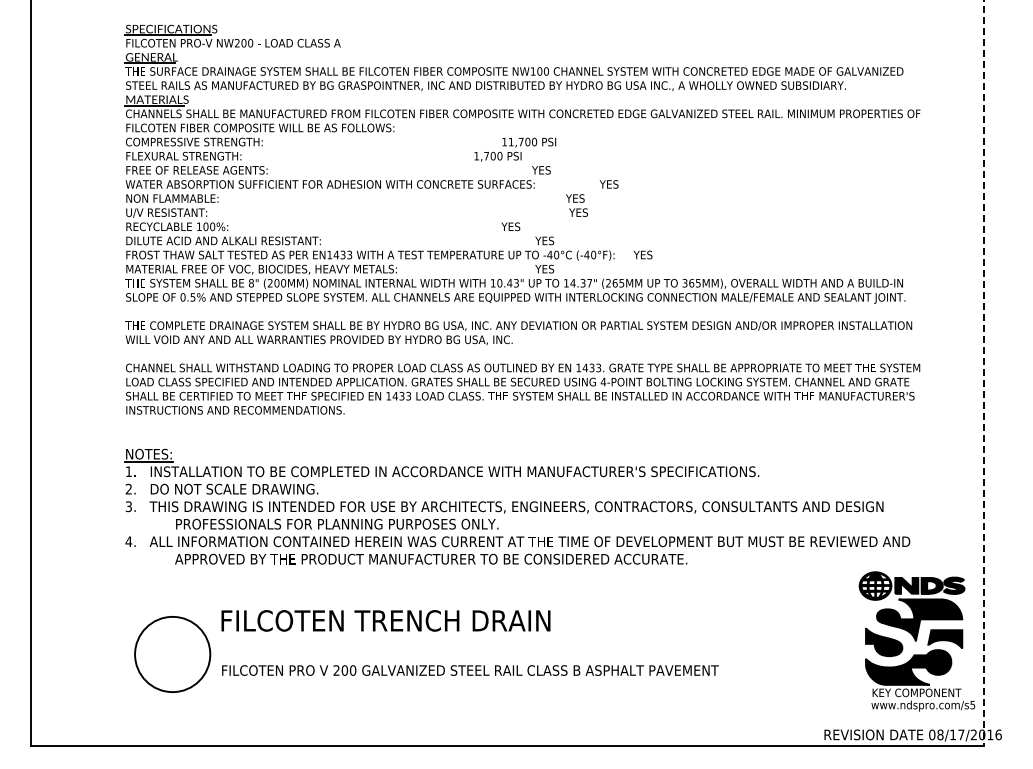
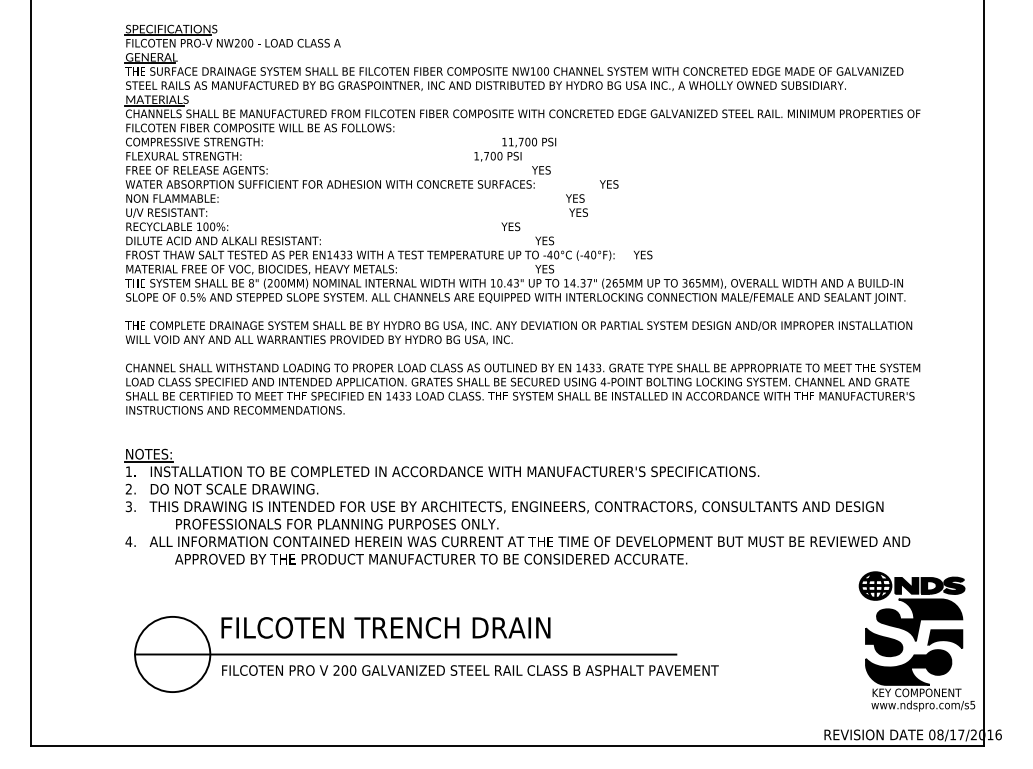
line at (983, 373): dashed -> solid
text at (385, 620) position: (385, 620) -> (385, 627)
line at (405, 654): none -> present
